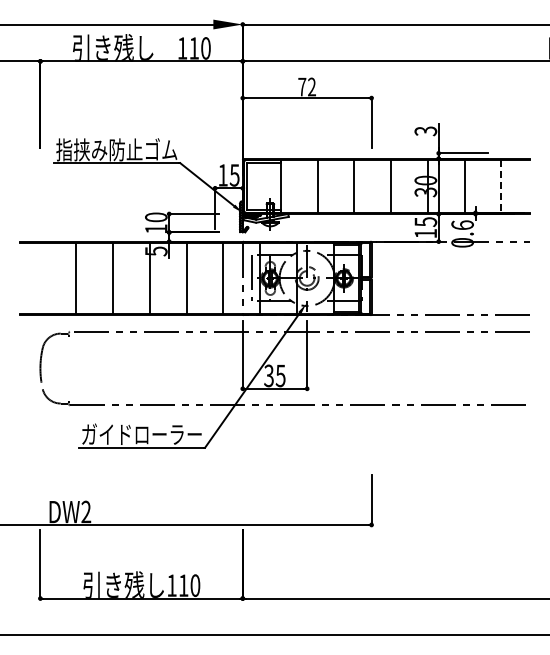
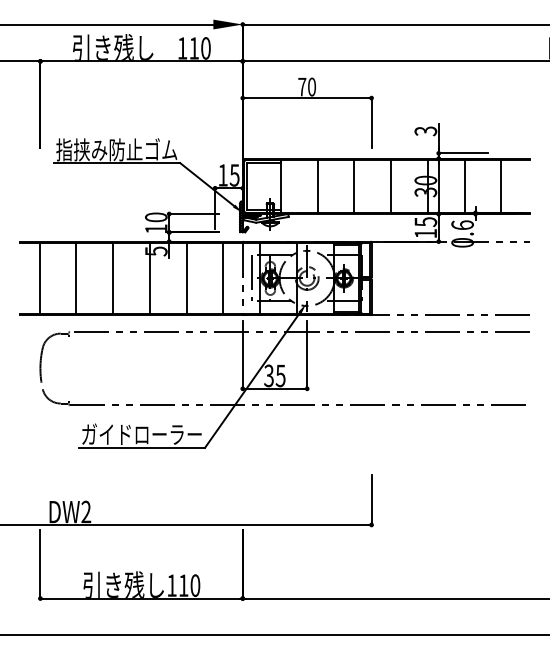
text at (311, 86): 72 -> 70
line at (501, 186): dashed -> solid
line at (39, 278): none -> present
